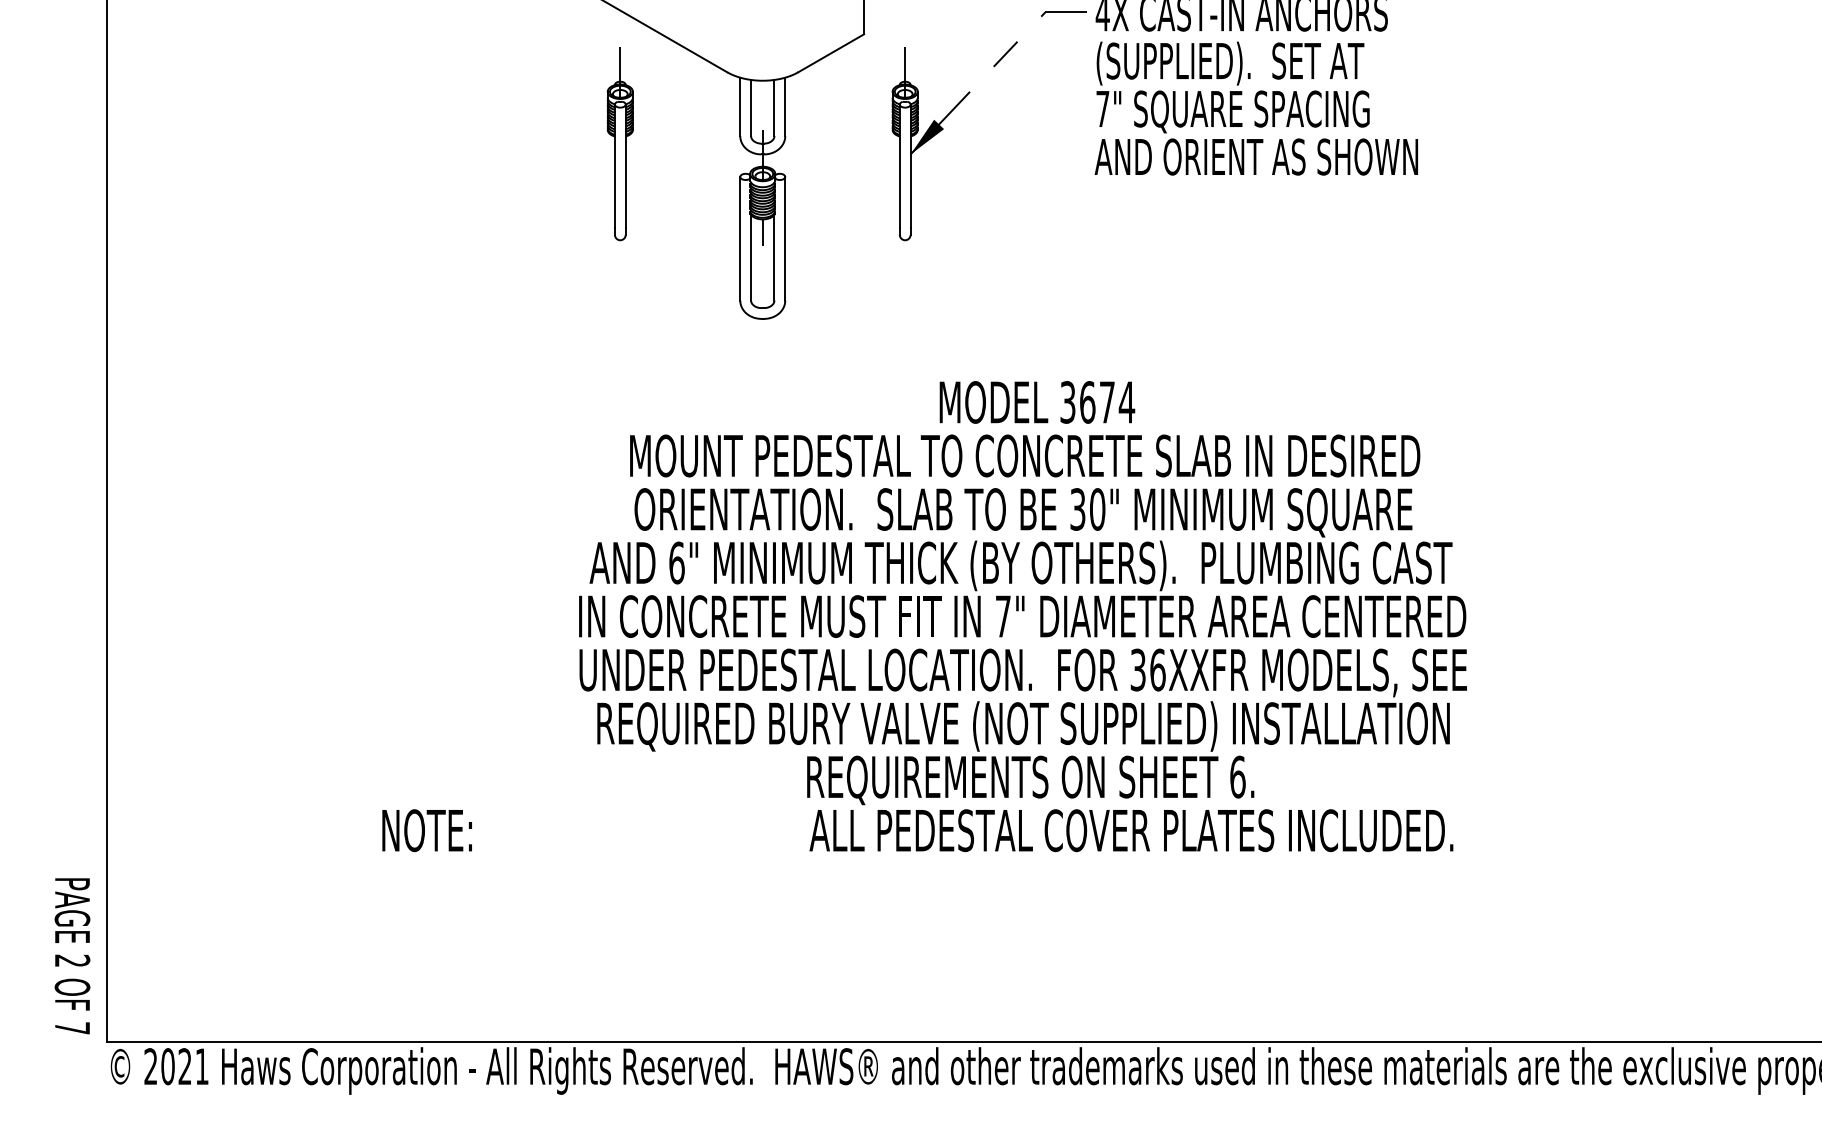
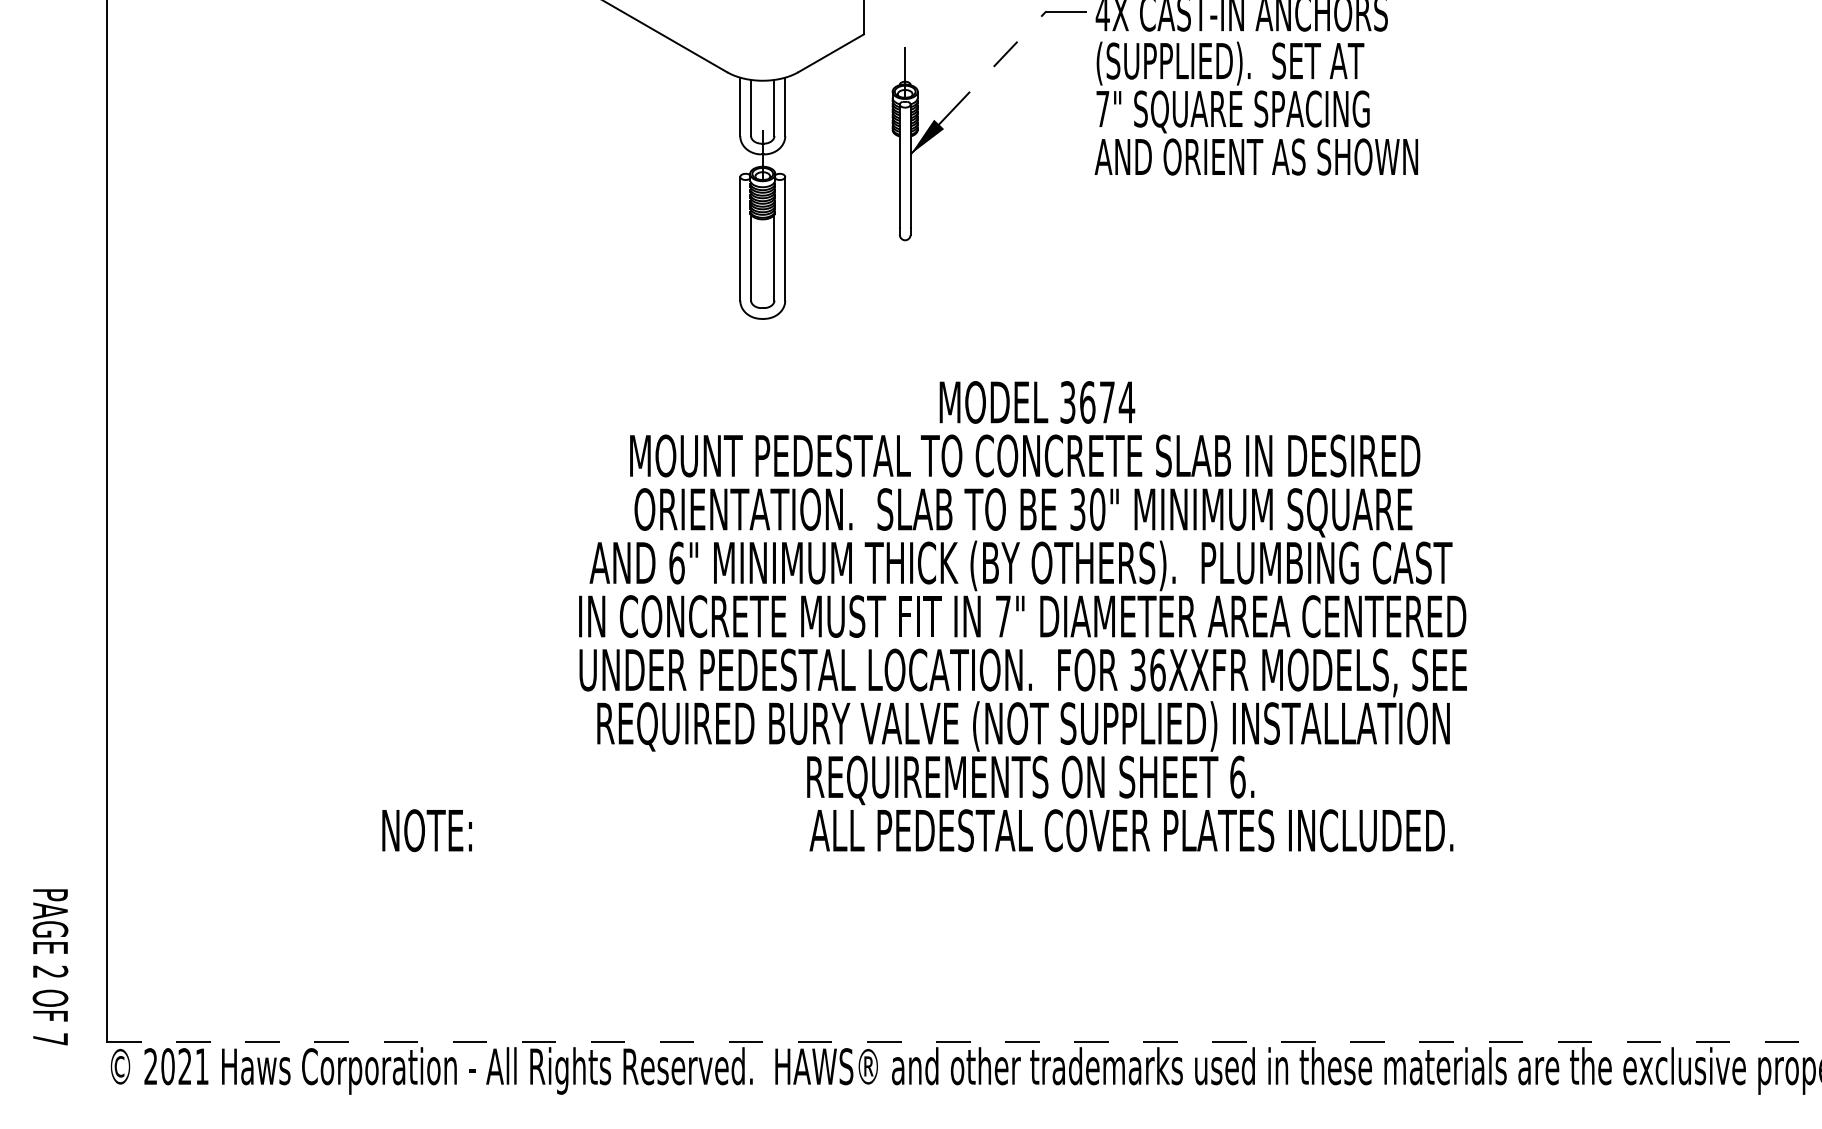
part at (619, 144): present -> none
line at (762, 232): present -> none
text at (72, 956) position: (72, 956) -> (50, 967)
line at (964, 1041): solid -> dashed
